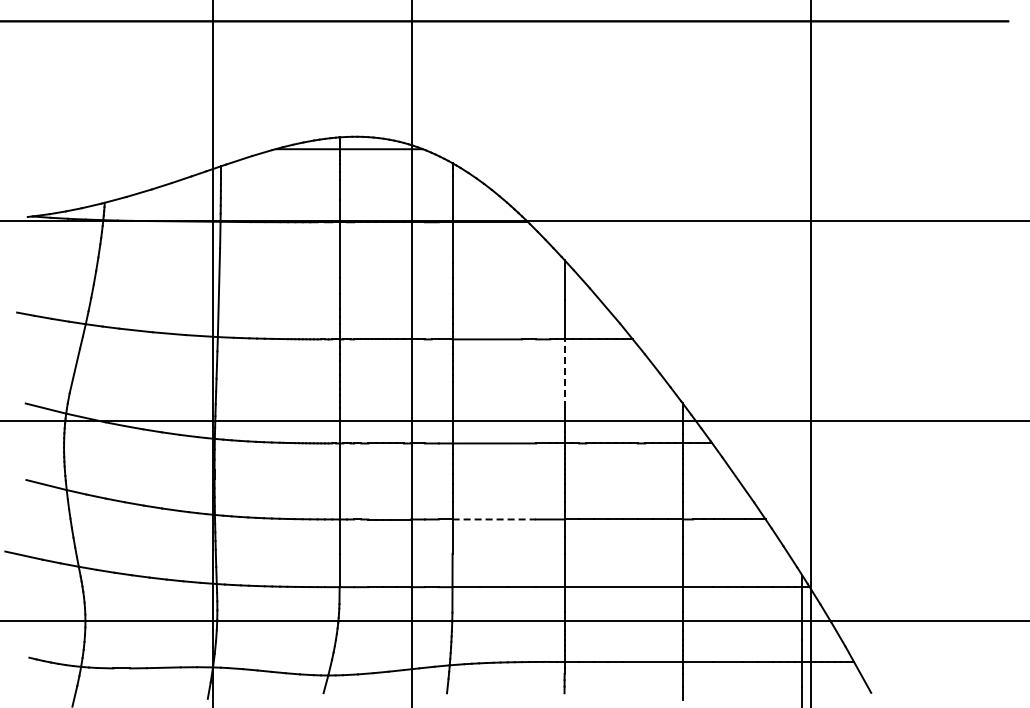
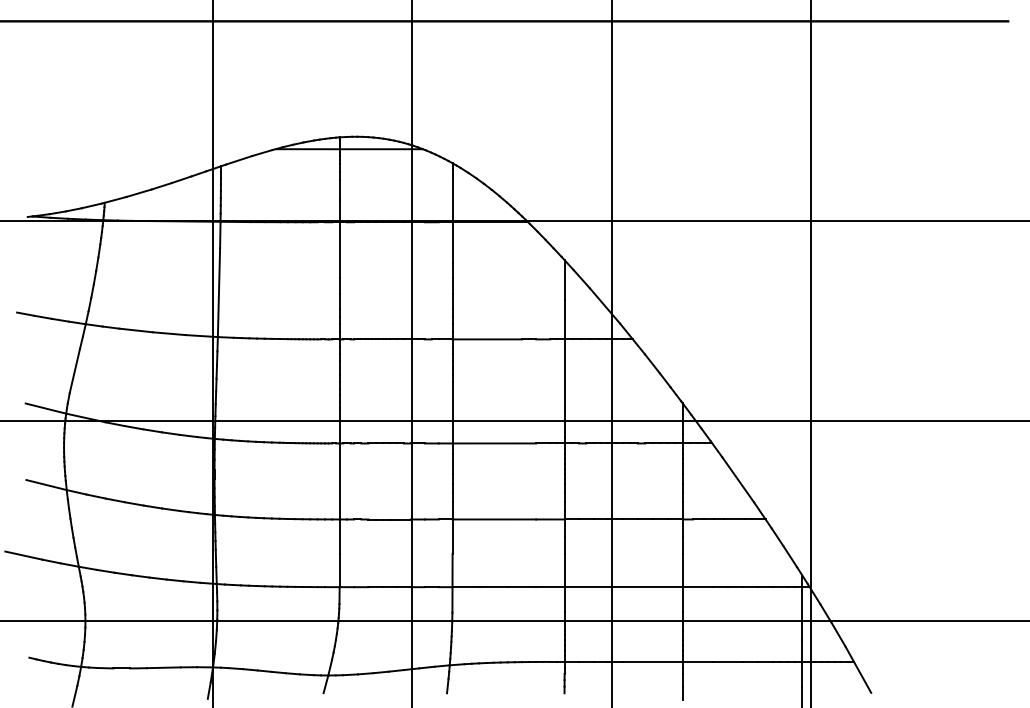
line at (611, 353): none -> present
line at (564, 373): dashed -> solid
line at (494, 519): dashed -> solid
